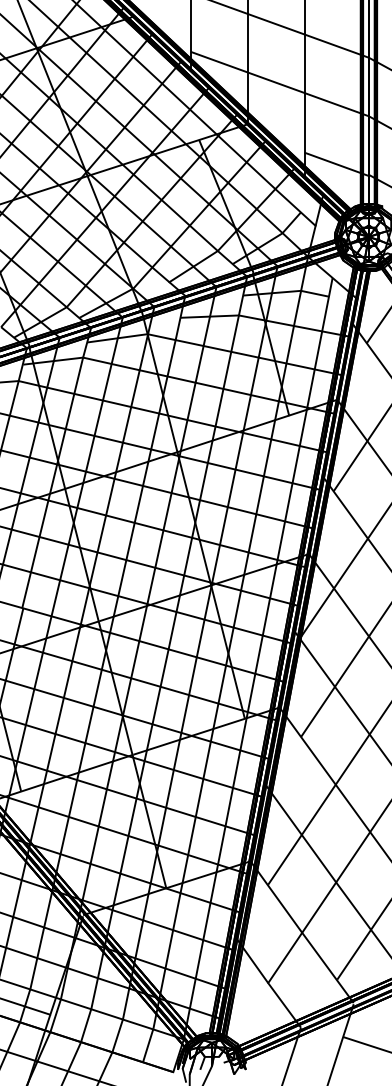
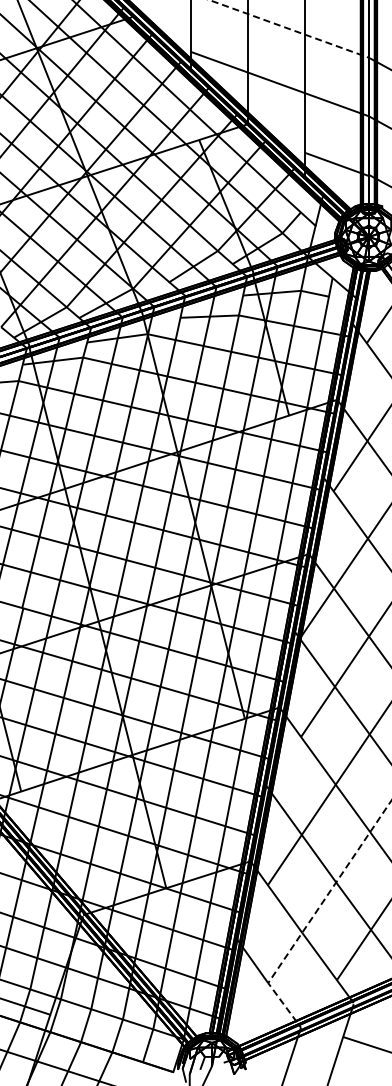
line at (289, 28): solid -> dashed
line at (314, 915): solid -> dashed
